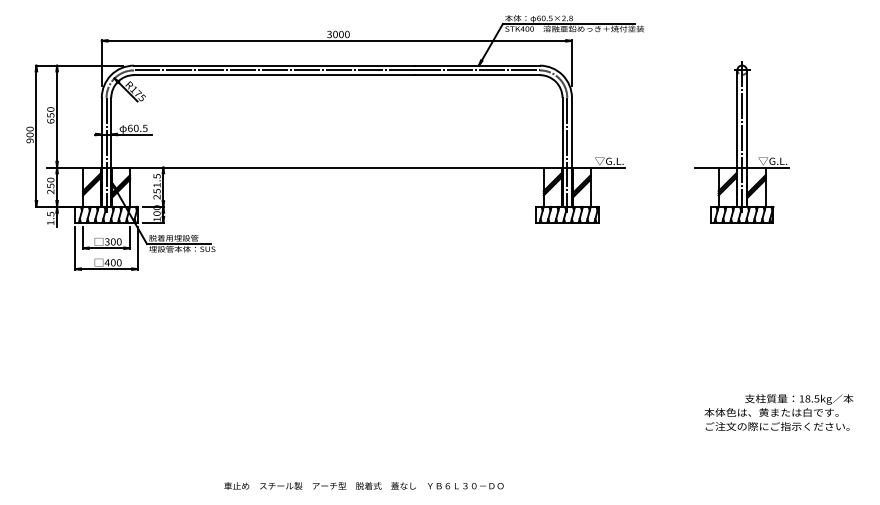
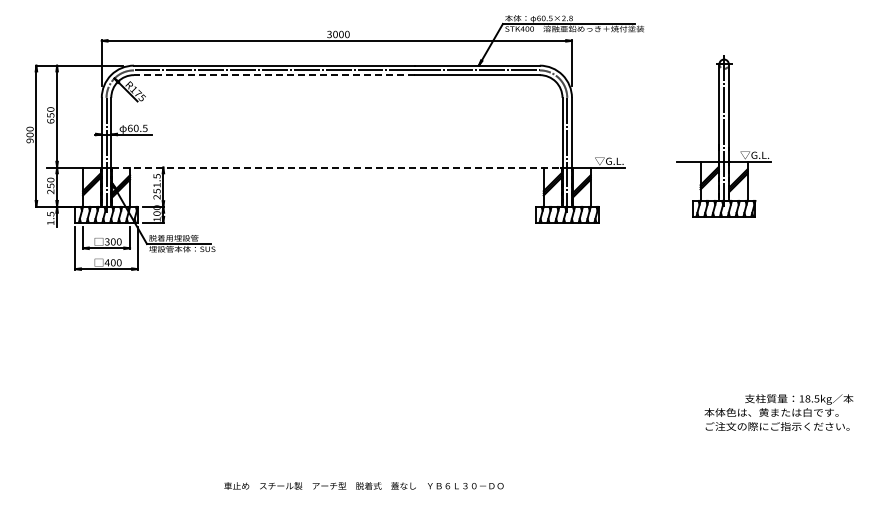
line at (274, 75): solid -> dashed
part at (741, 142) position: (741, 142) -> (723, 136)
line at (337, 167): solid -> dashed
